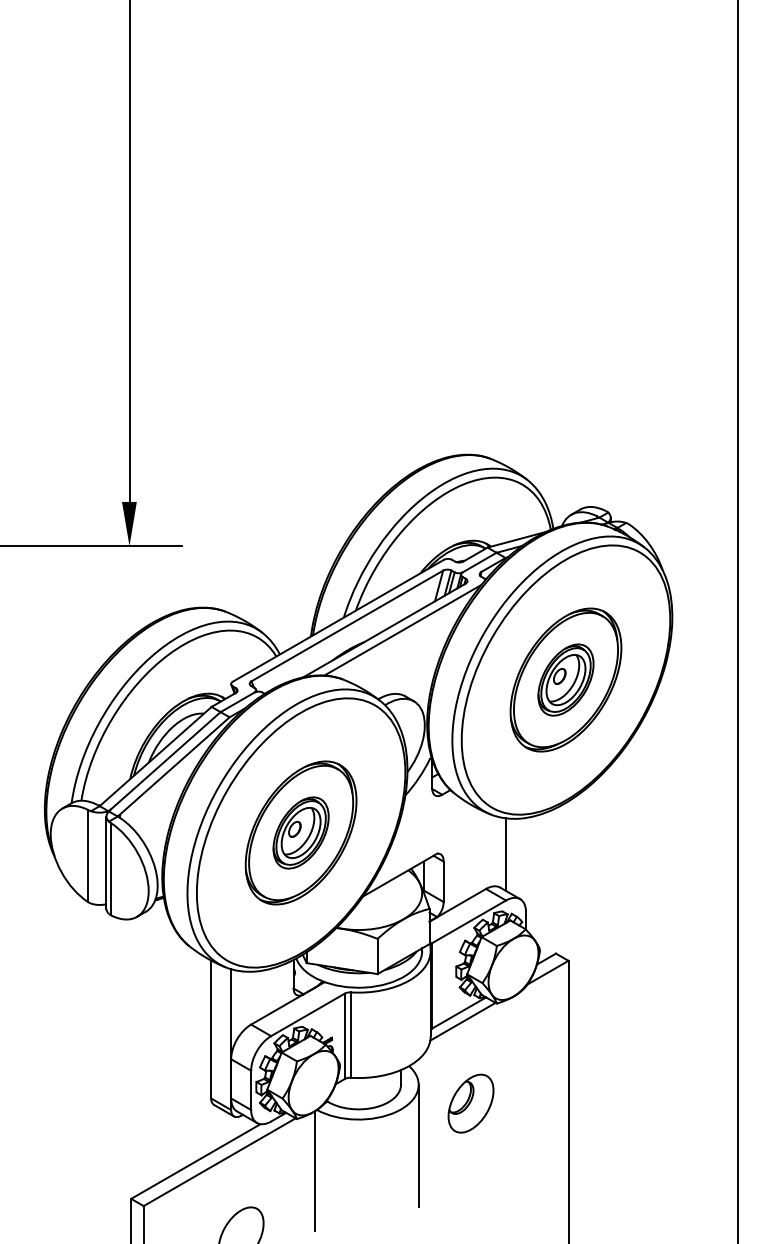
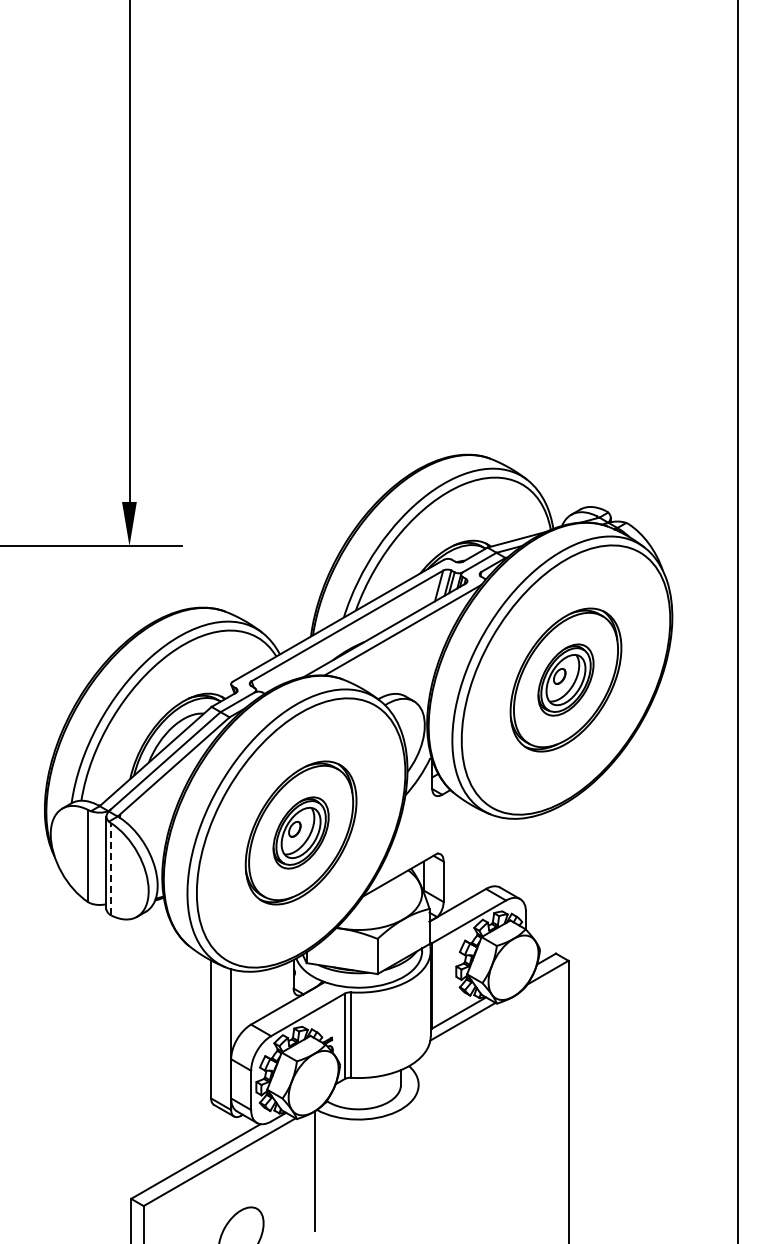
line at (506, 854): present -> none
line at (111, 868): solid -> dashed
part at (470, 1103): present -> none
line at (418, 1145): present -> none
